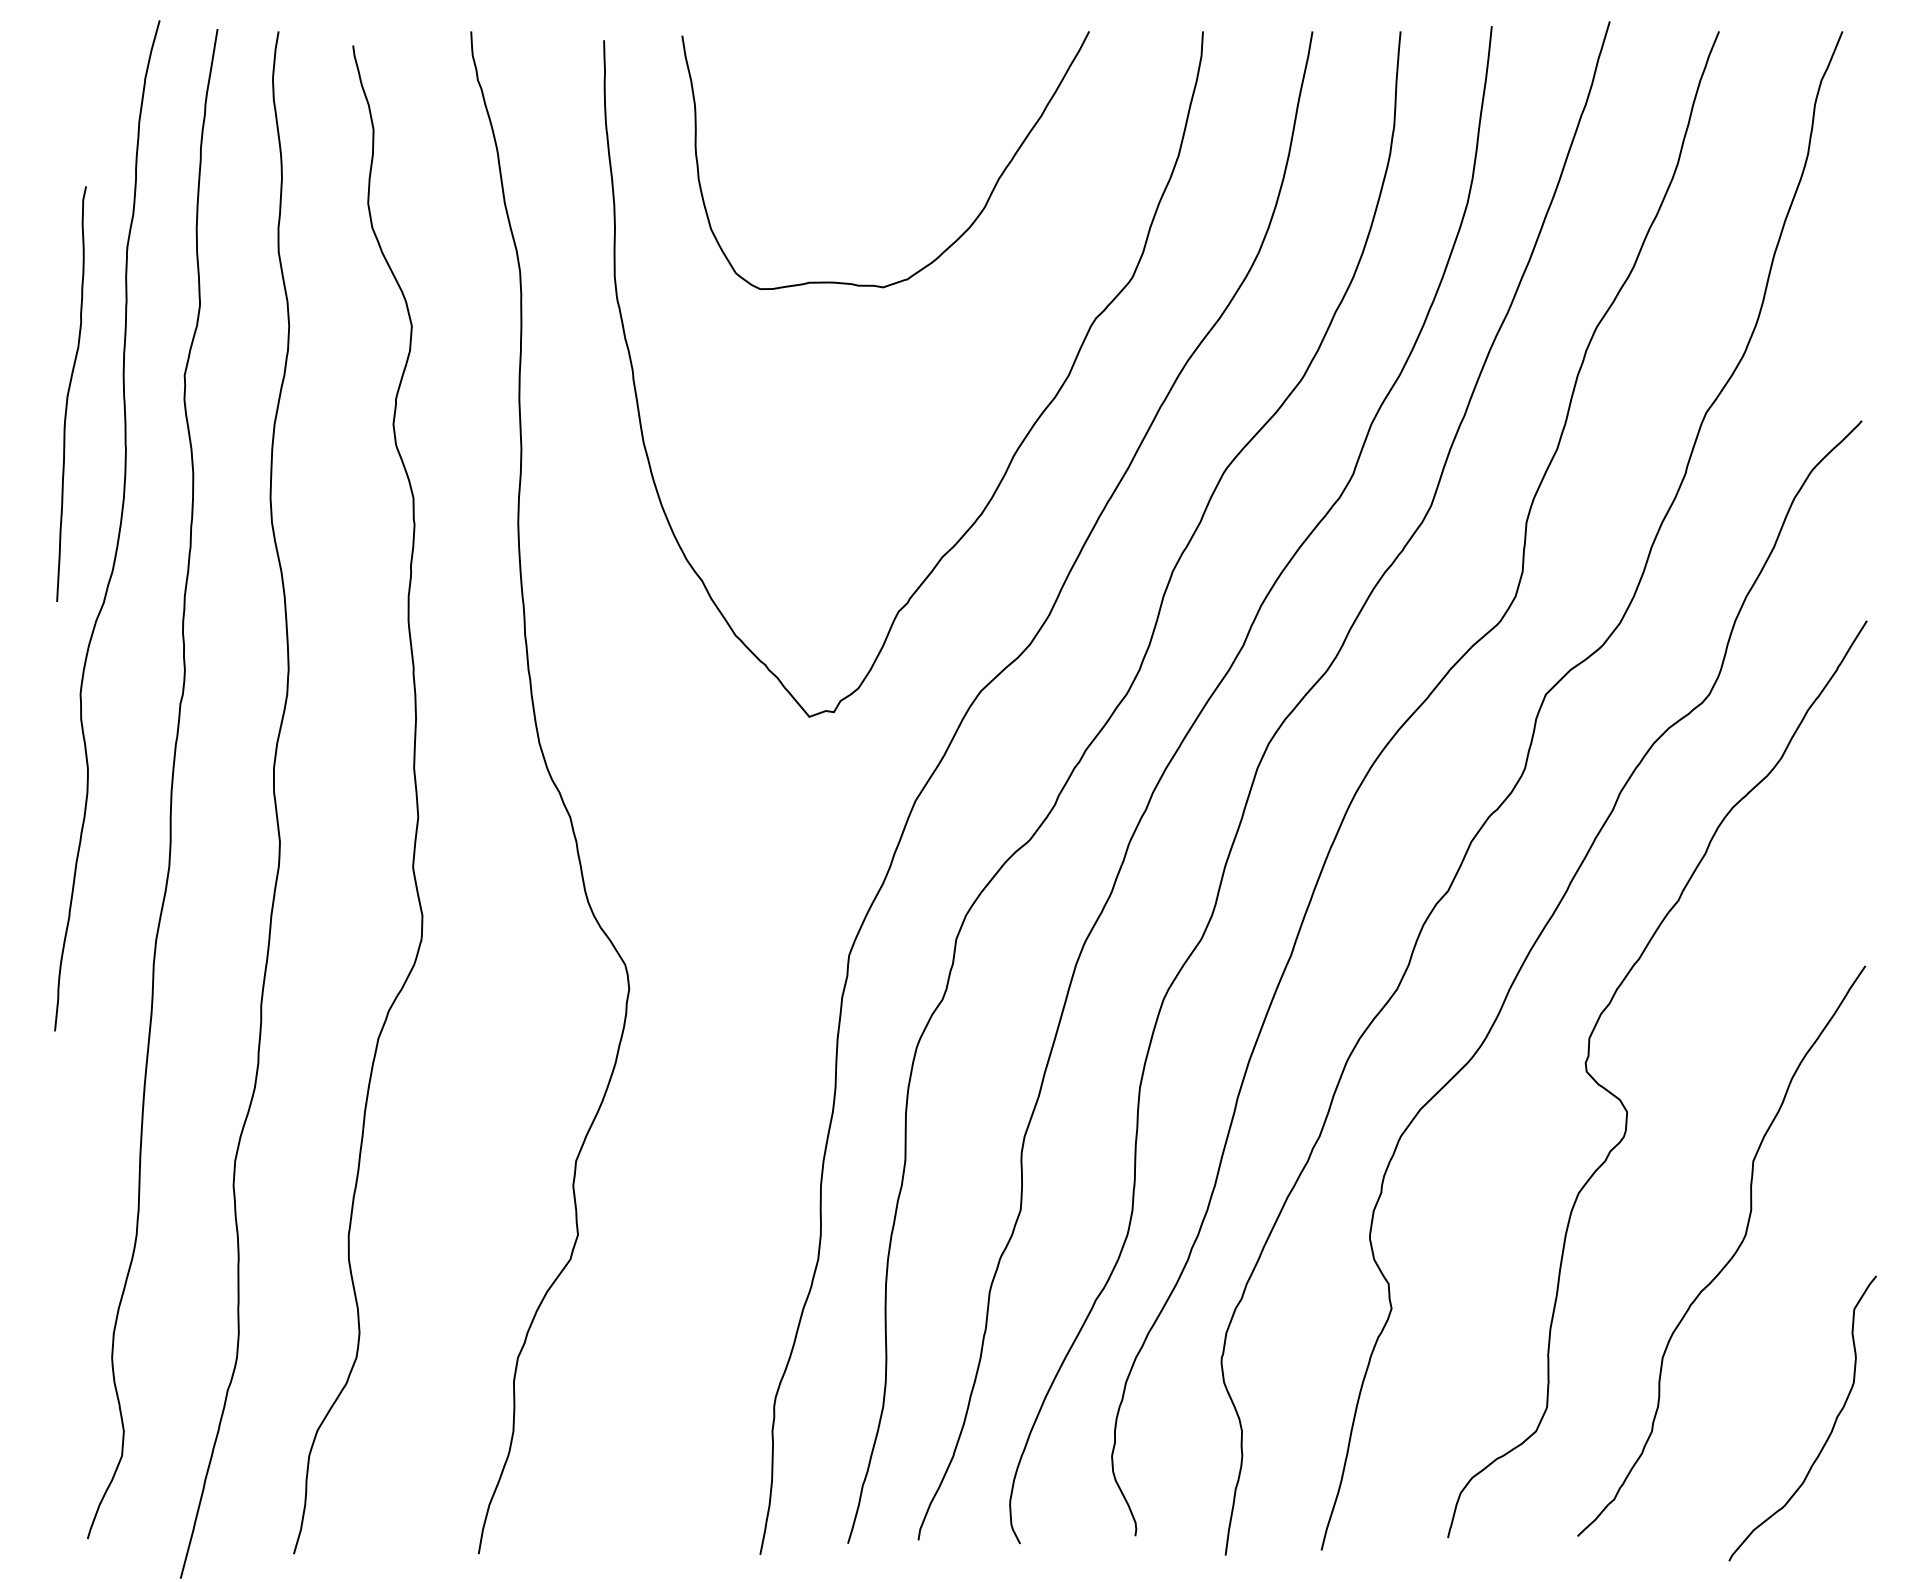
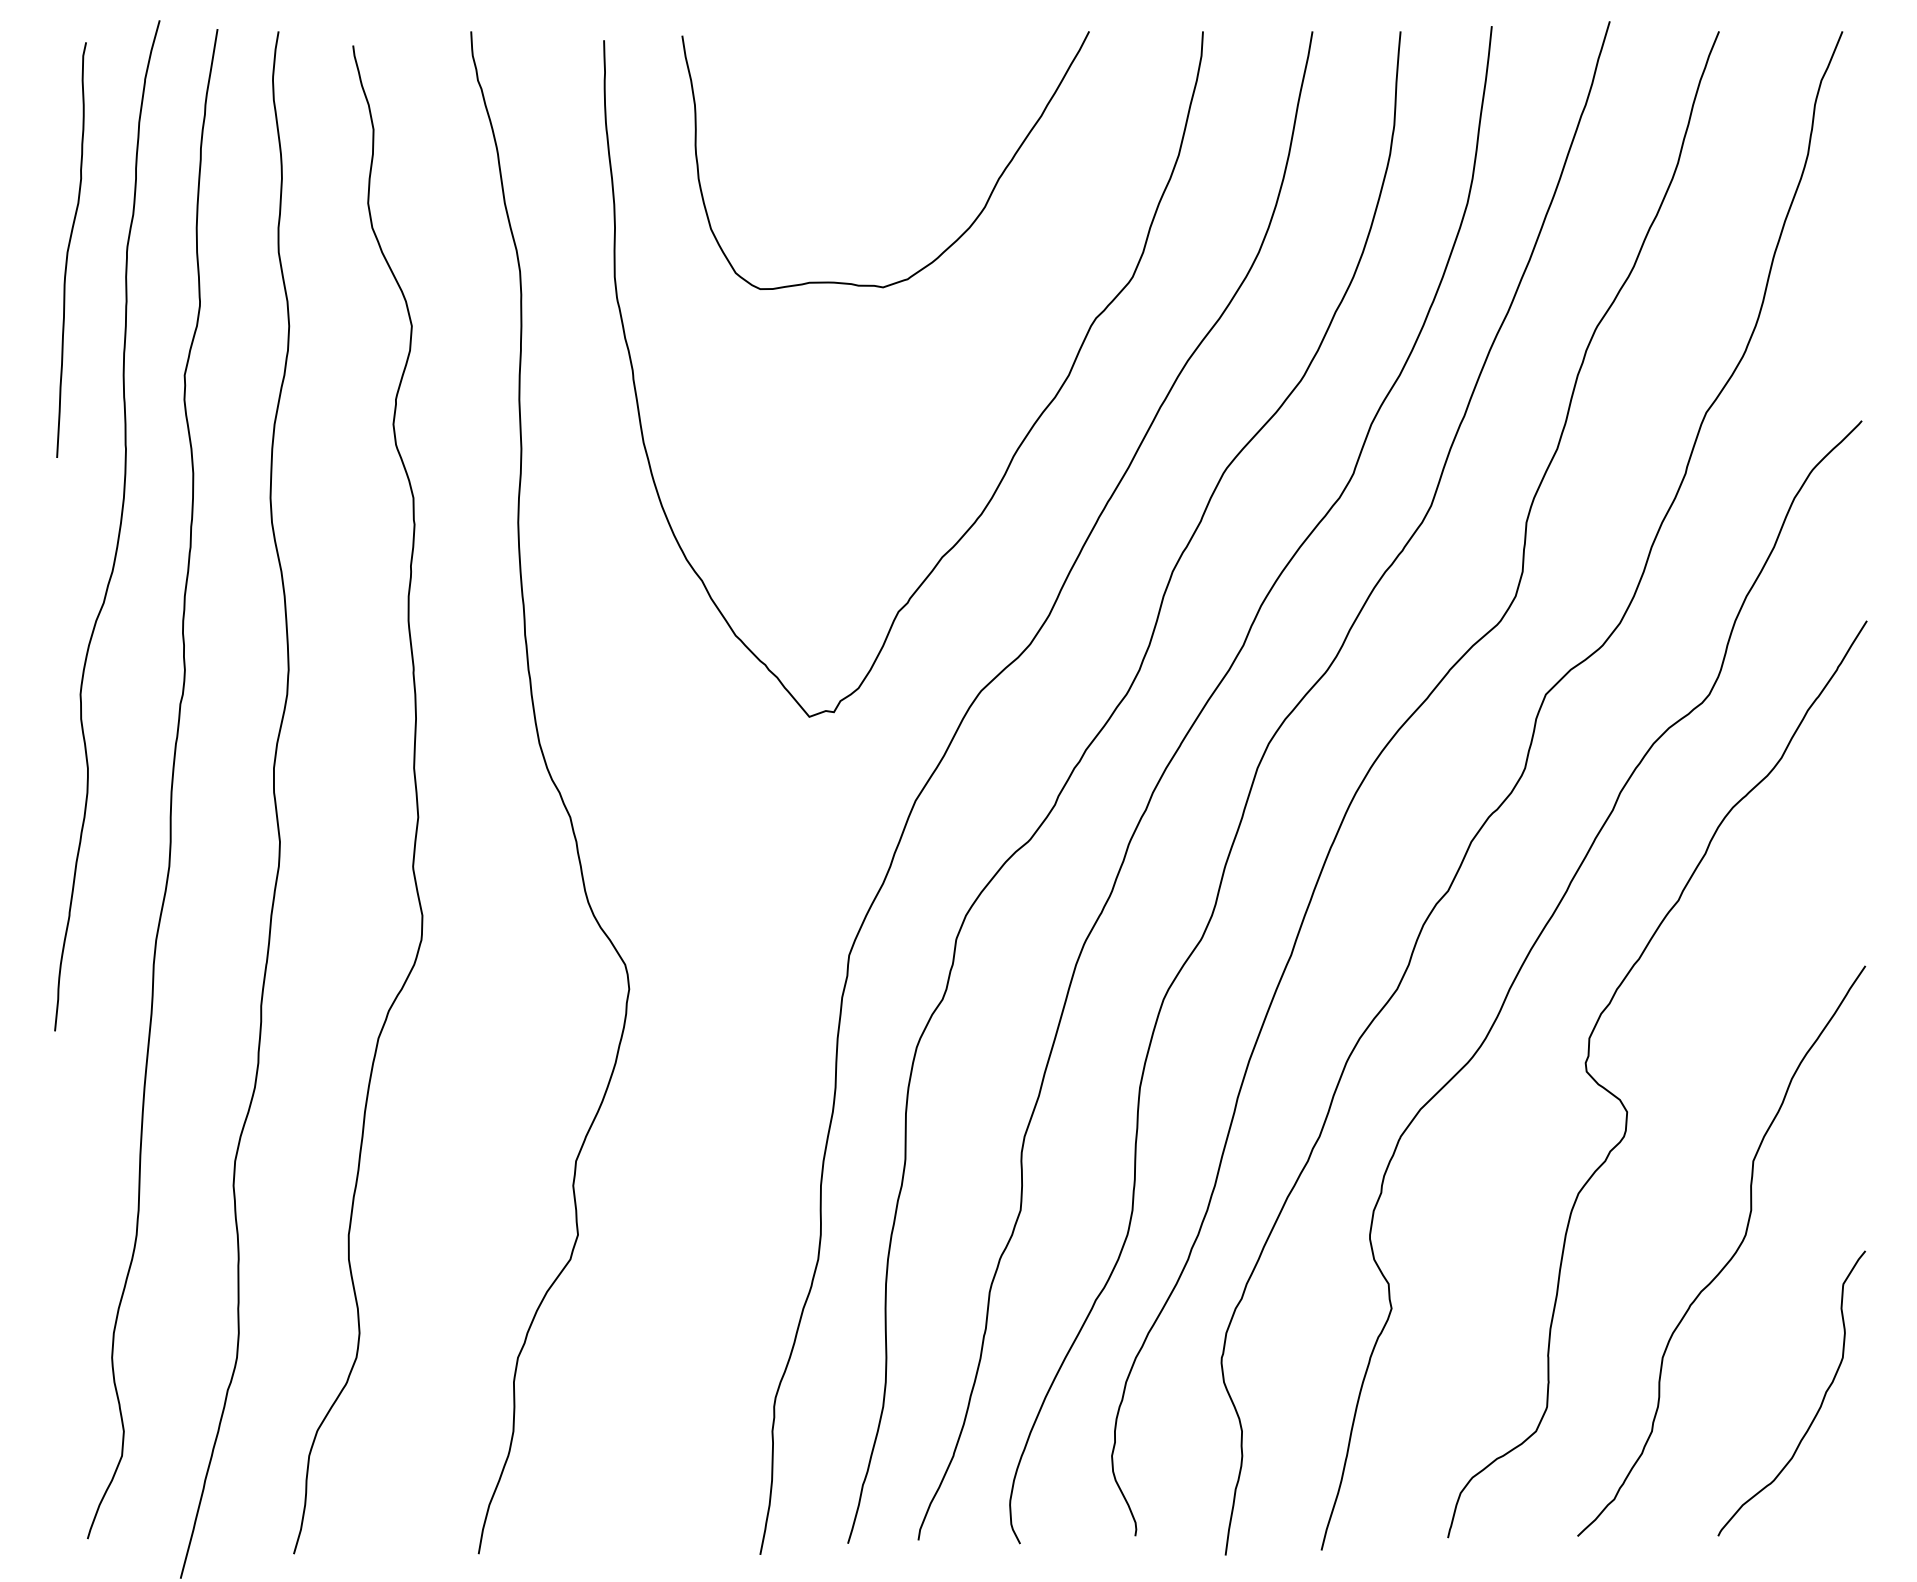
curve at (69, 393) position: (69, 393) -> (69, 249)
curve at (1830, 1431) position: (1830, 1431) -> (1819, 1406)
